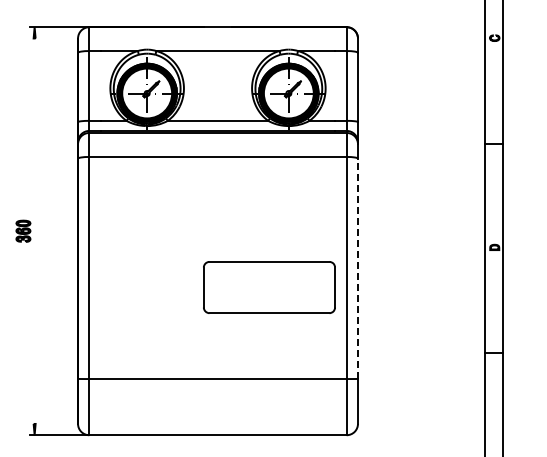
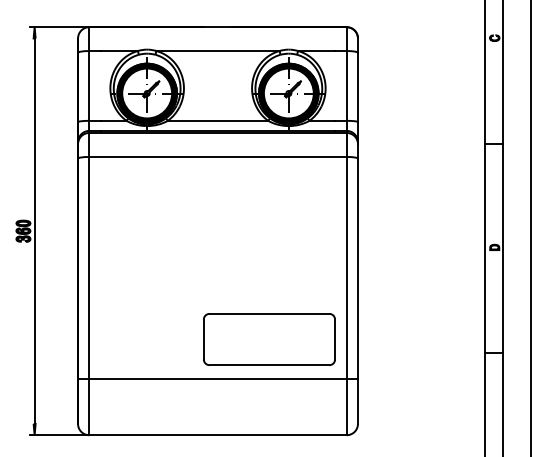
line at (530, 227): none -> present
line at (34, 230): none -> present
line at (357, 268): dashed -> solid
part at (269, 287) position: (269, 287) -> (269, 339)
